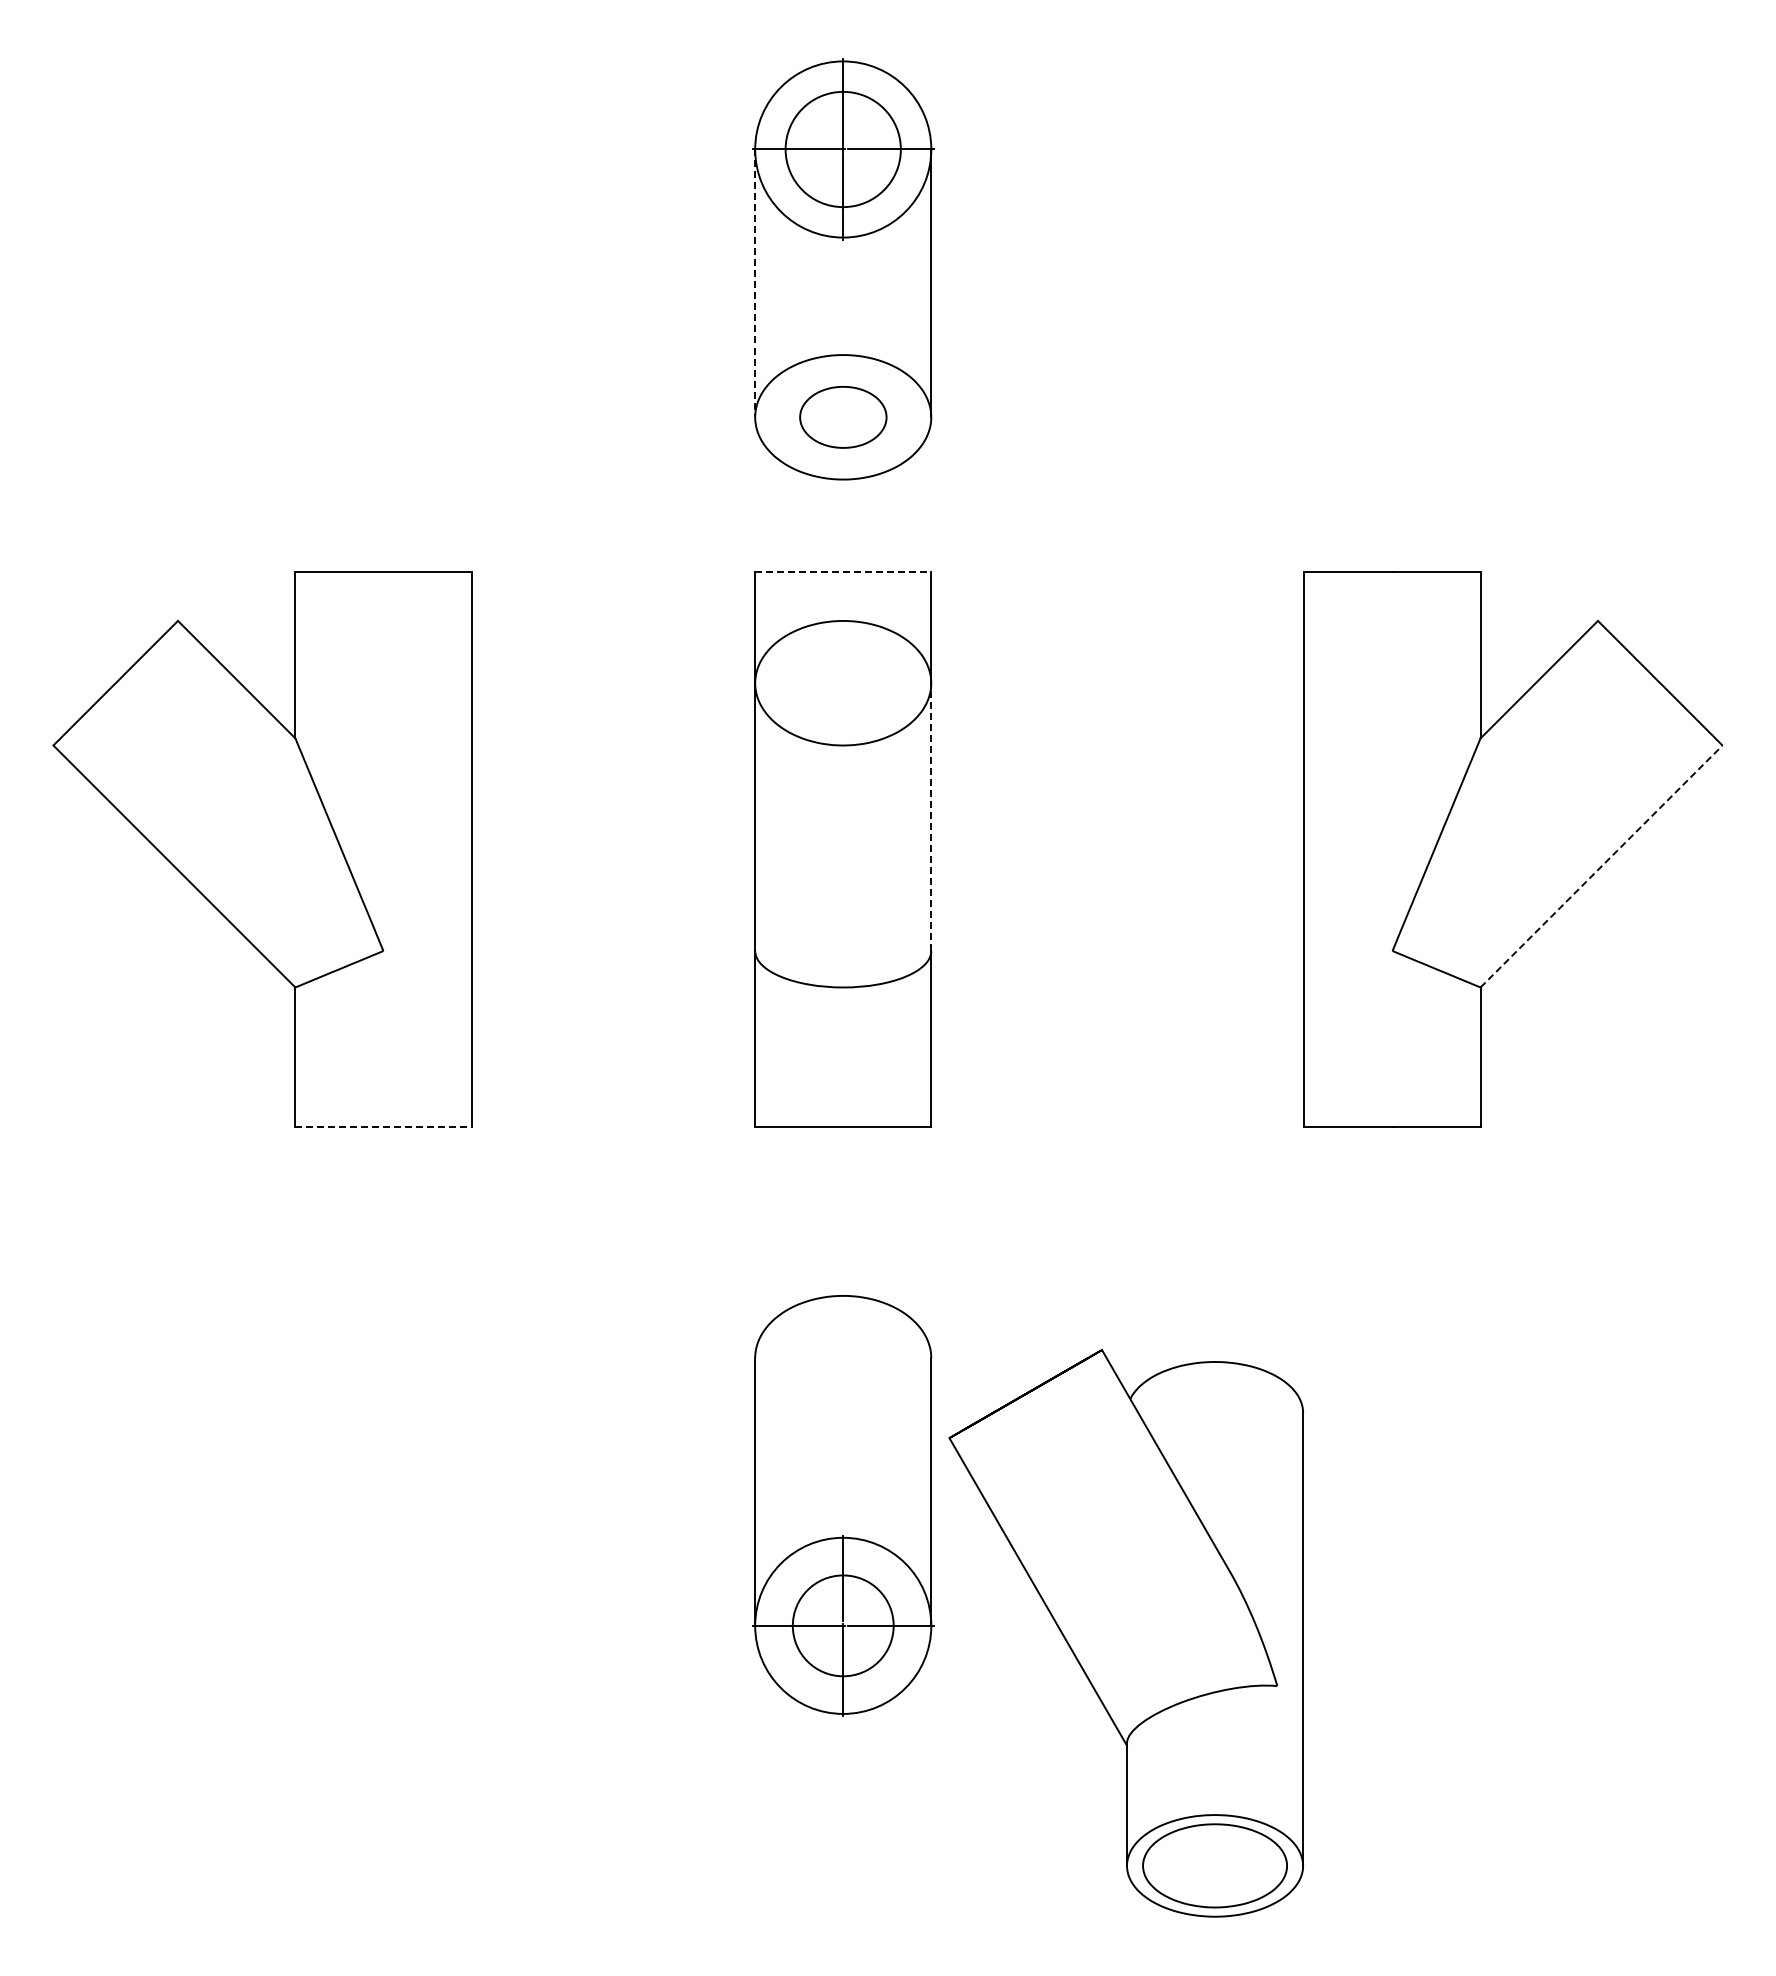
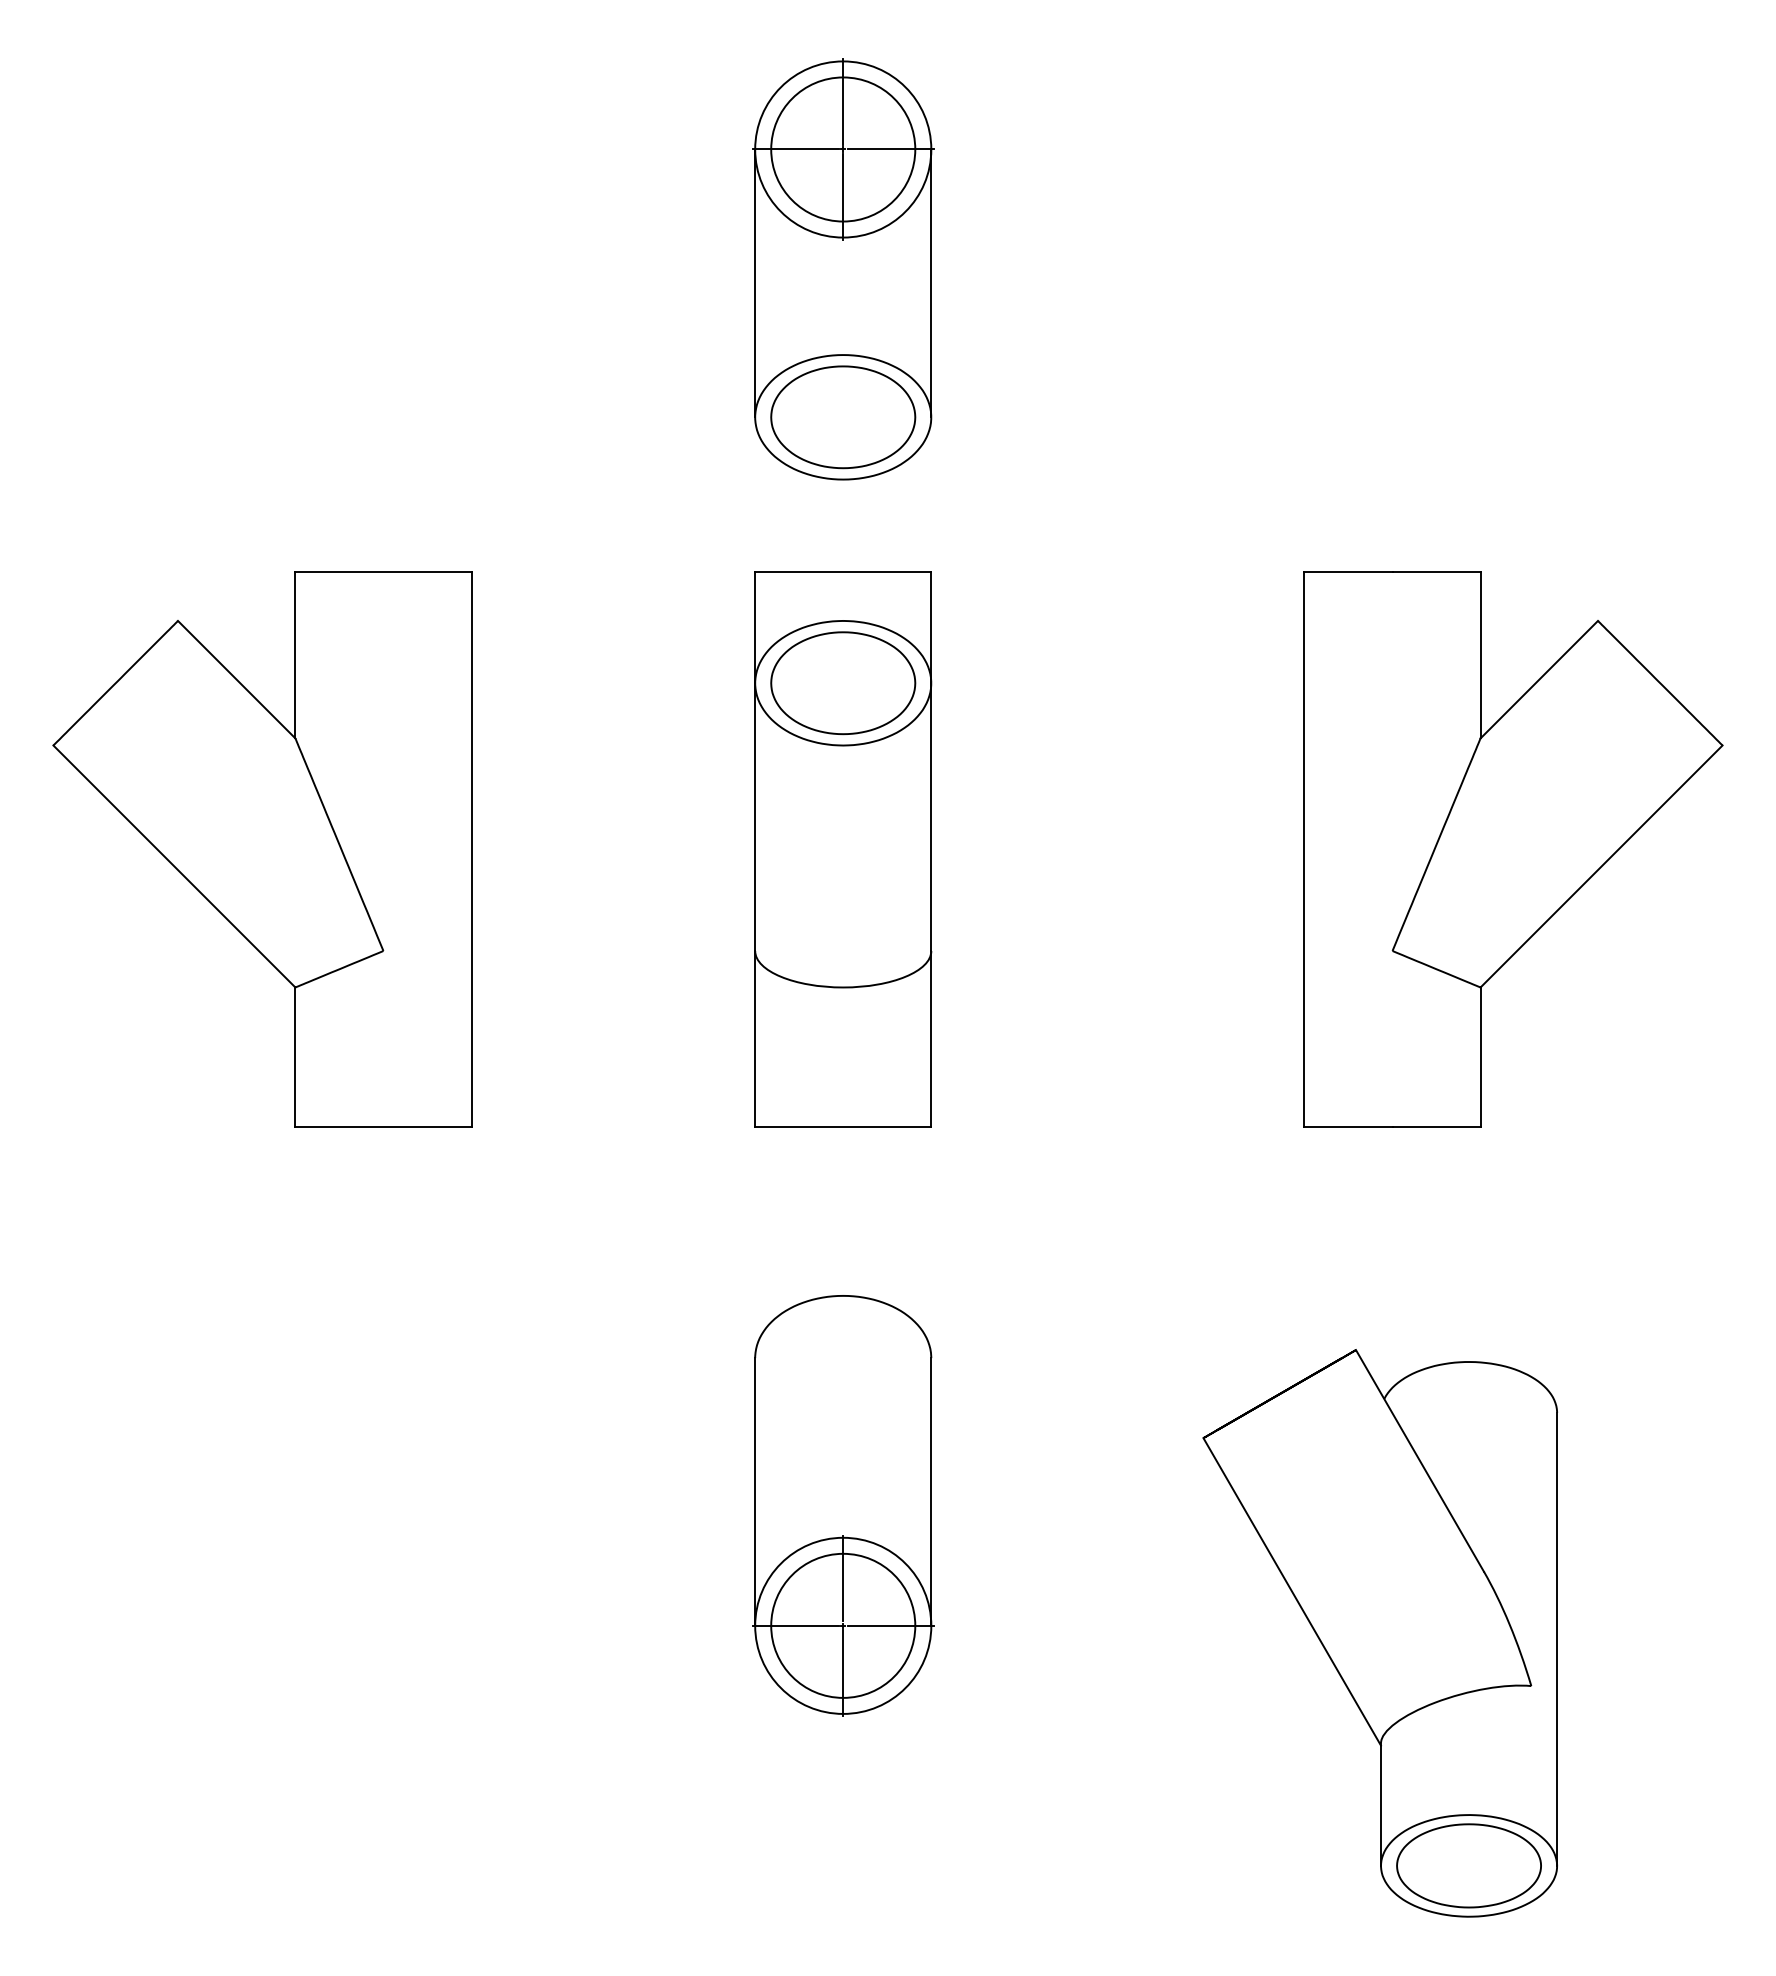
circle at (842, 149) diameter: 115 px -> 144 px
line at (755, 283): dashed -> solid
part at (843, 417) size: 89x63 px -> 147x105 px
line at (843, 572): dashed -> solid
part at (843, 683): none -> present
line at (931, 817): dashed -> solid
line at (1601, 866): dashed -> solid
line at (383, 1127): dashed -> solid
circle at (842, 1625) diameter: 101 px -> 144 px
part at (1125, 1633) position: (1125, 1633) -> (1379, 1633)
